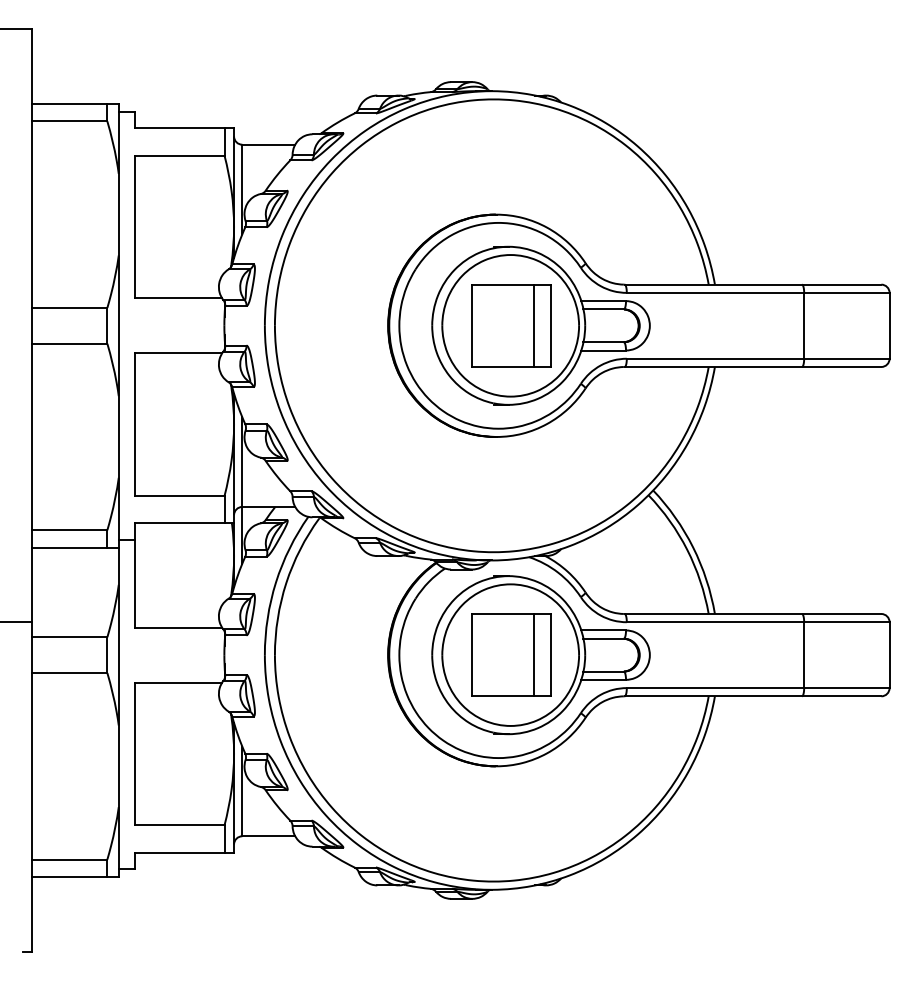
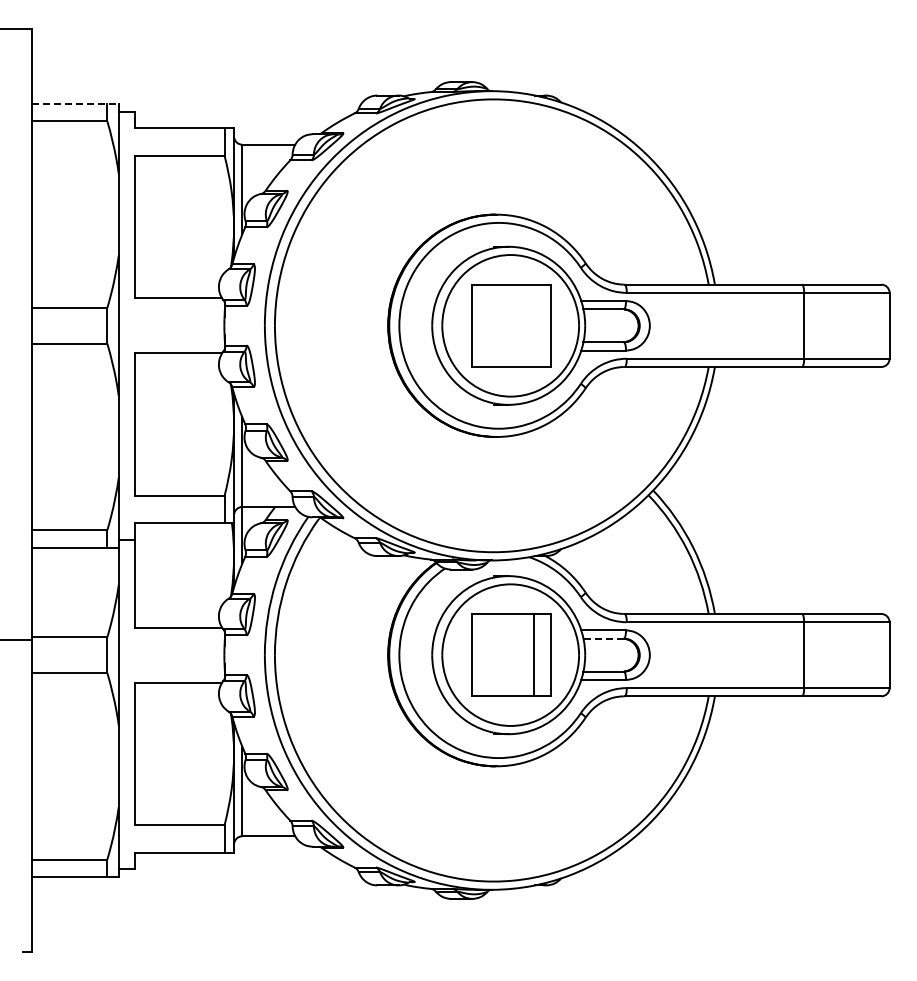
line at (75, 103): solid -> dashed
line at (534, 325): present -> none
line at (16, 622) position: (16, 622) -> (16, 640)
line at (603, 638): solid -> dashed
